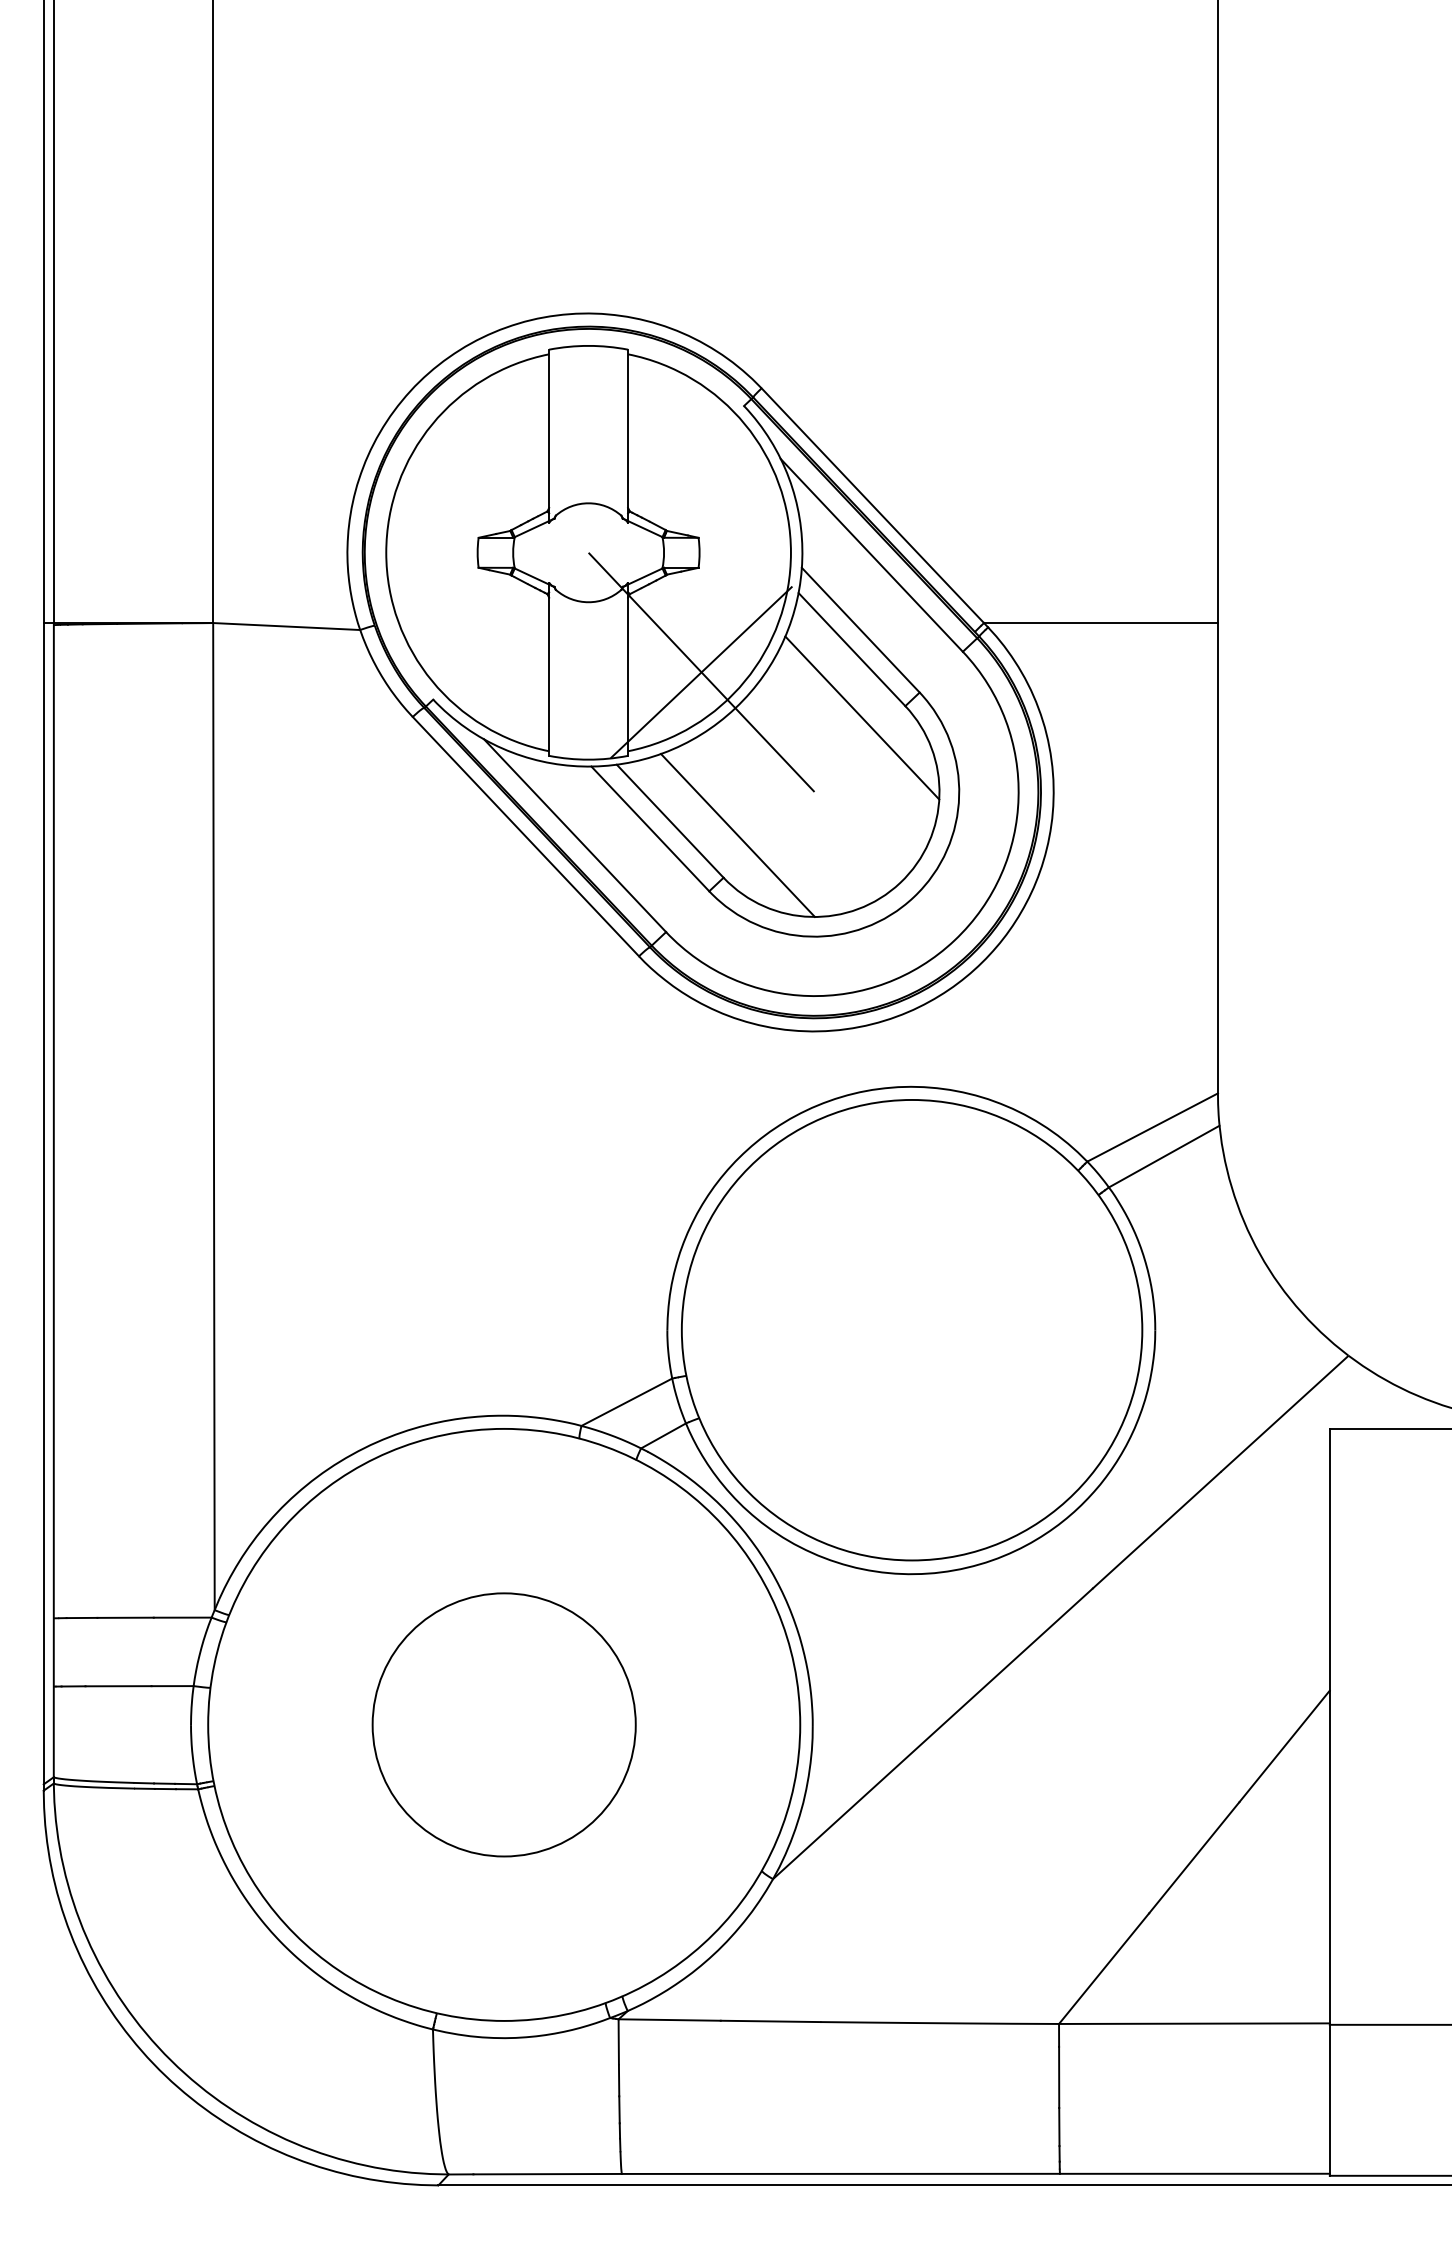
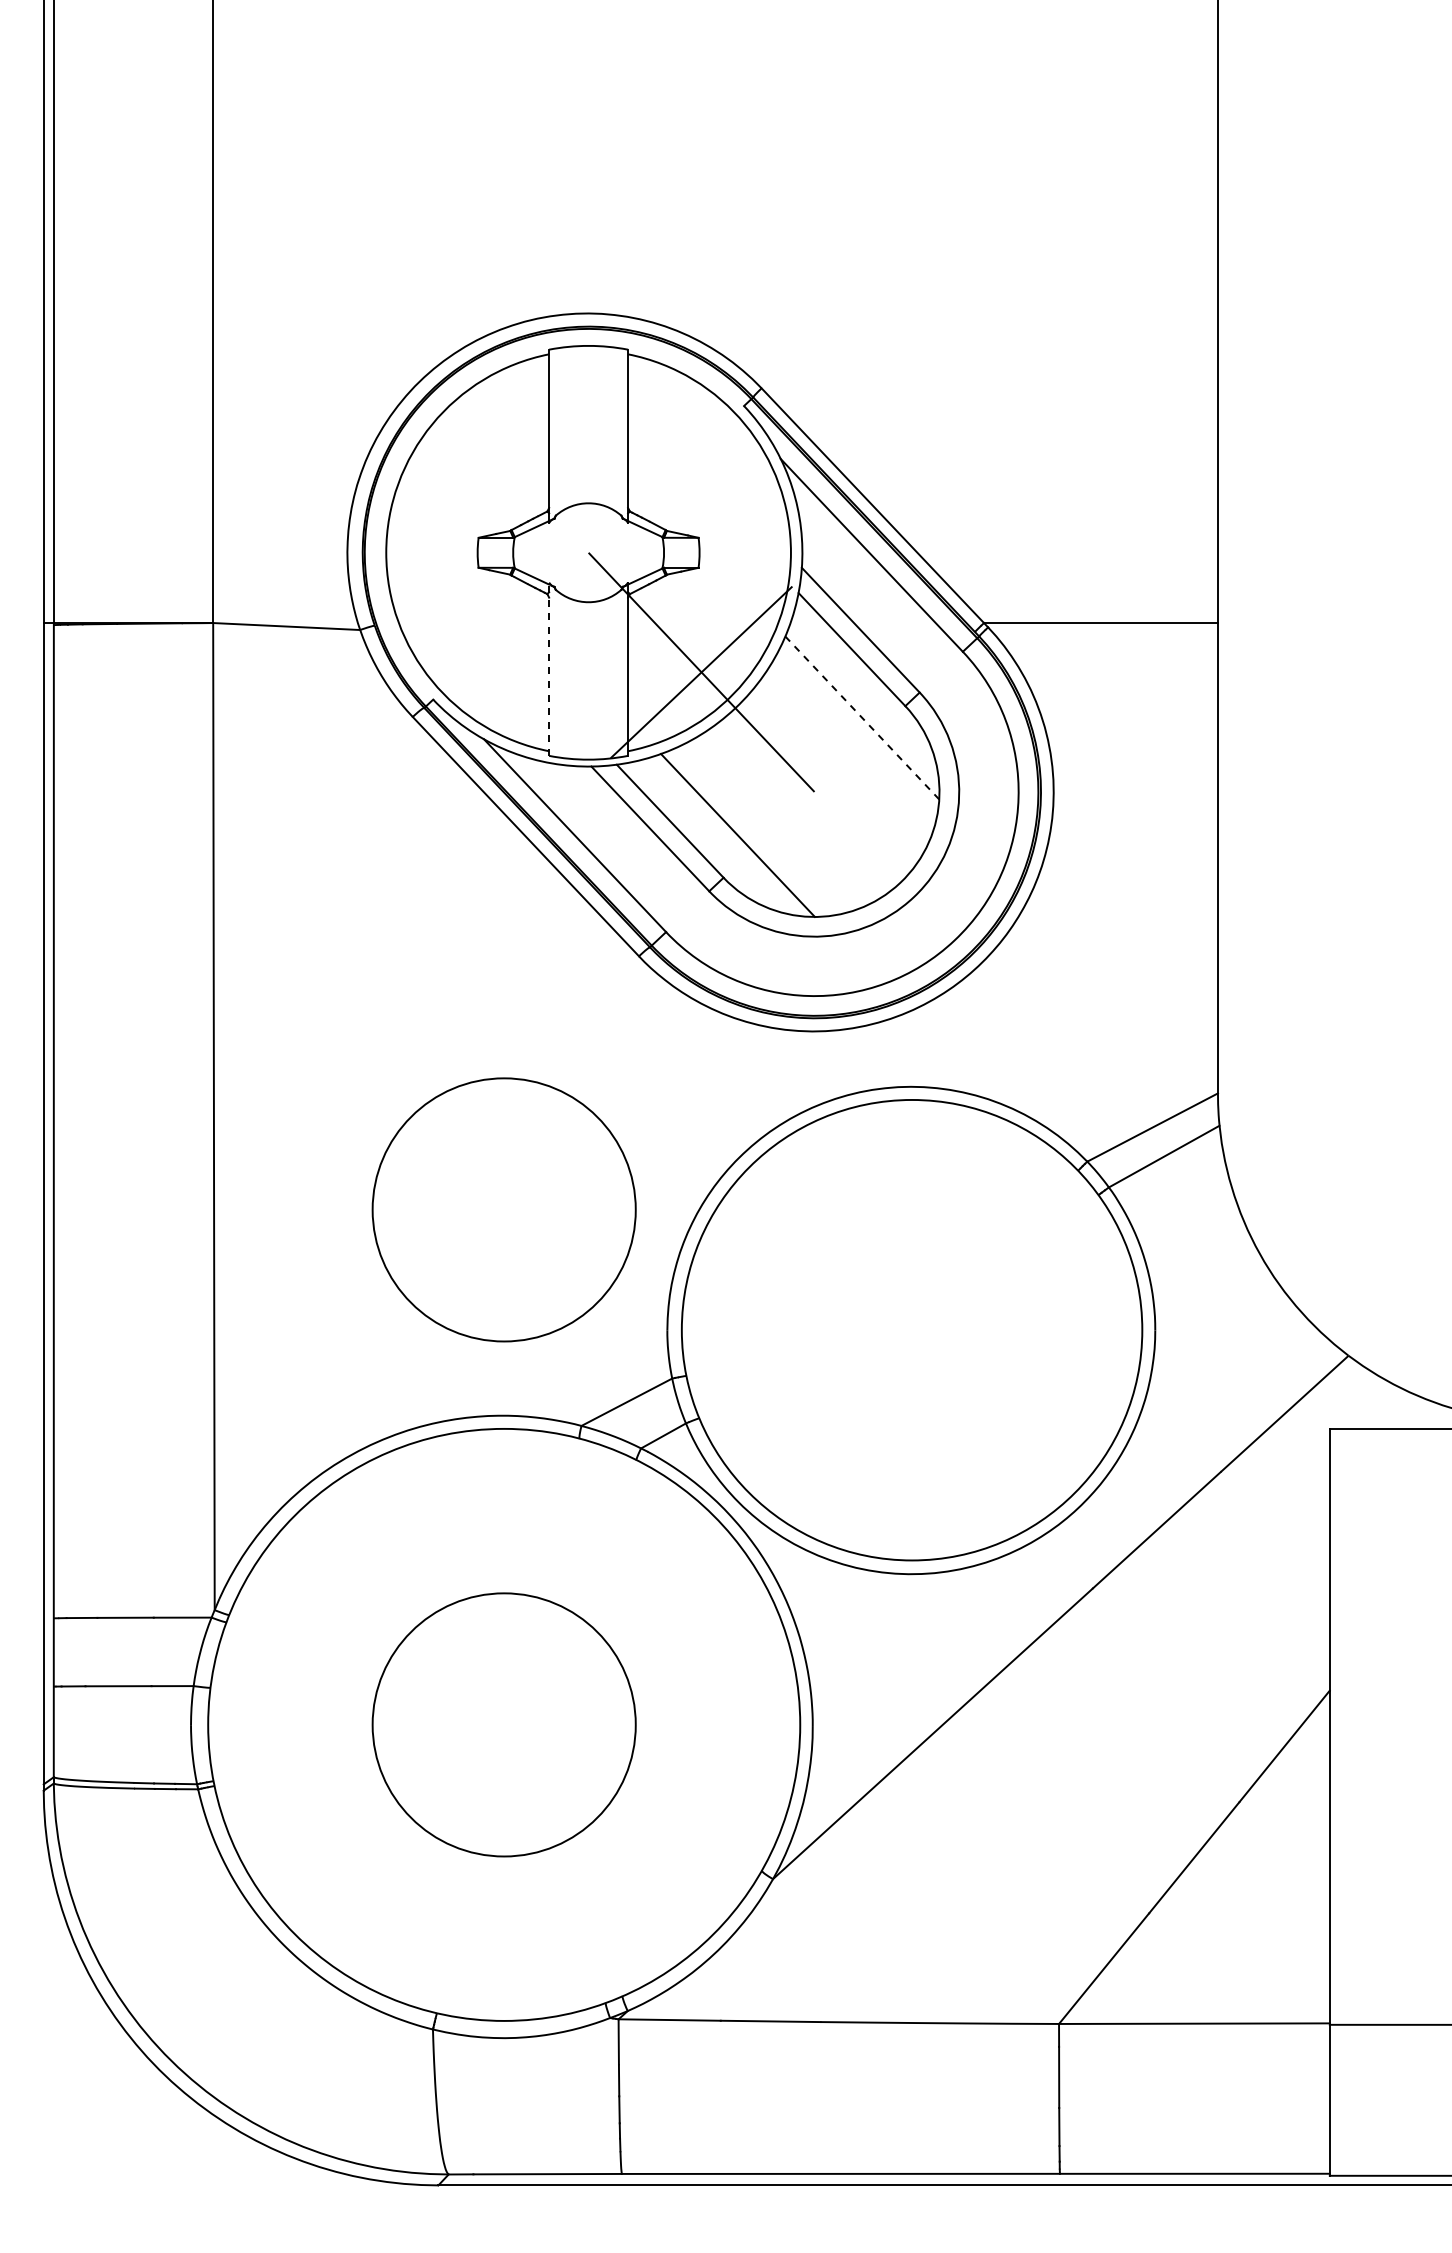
line at (549, 669): solid -> dashed
line at (861, 717): solid -> dashed
circle at (503, 1209): none -> present
